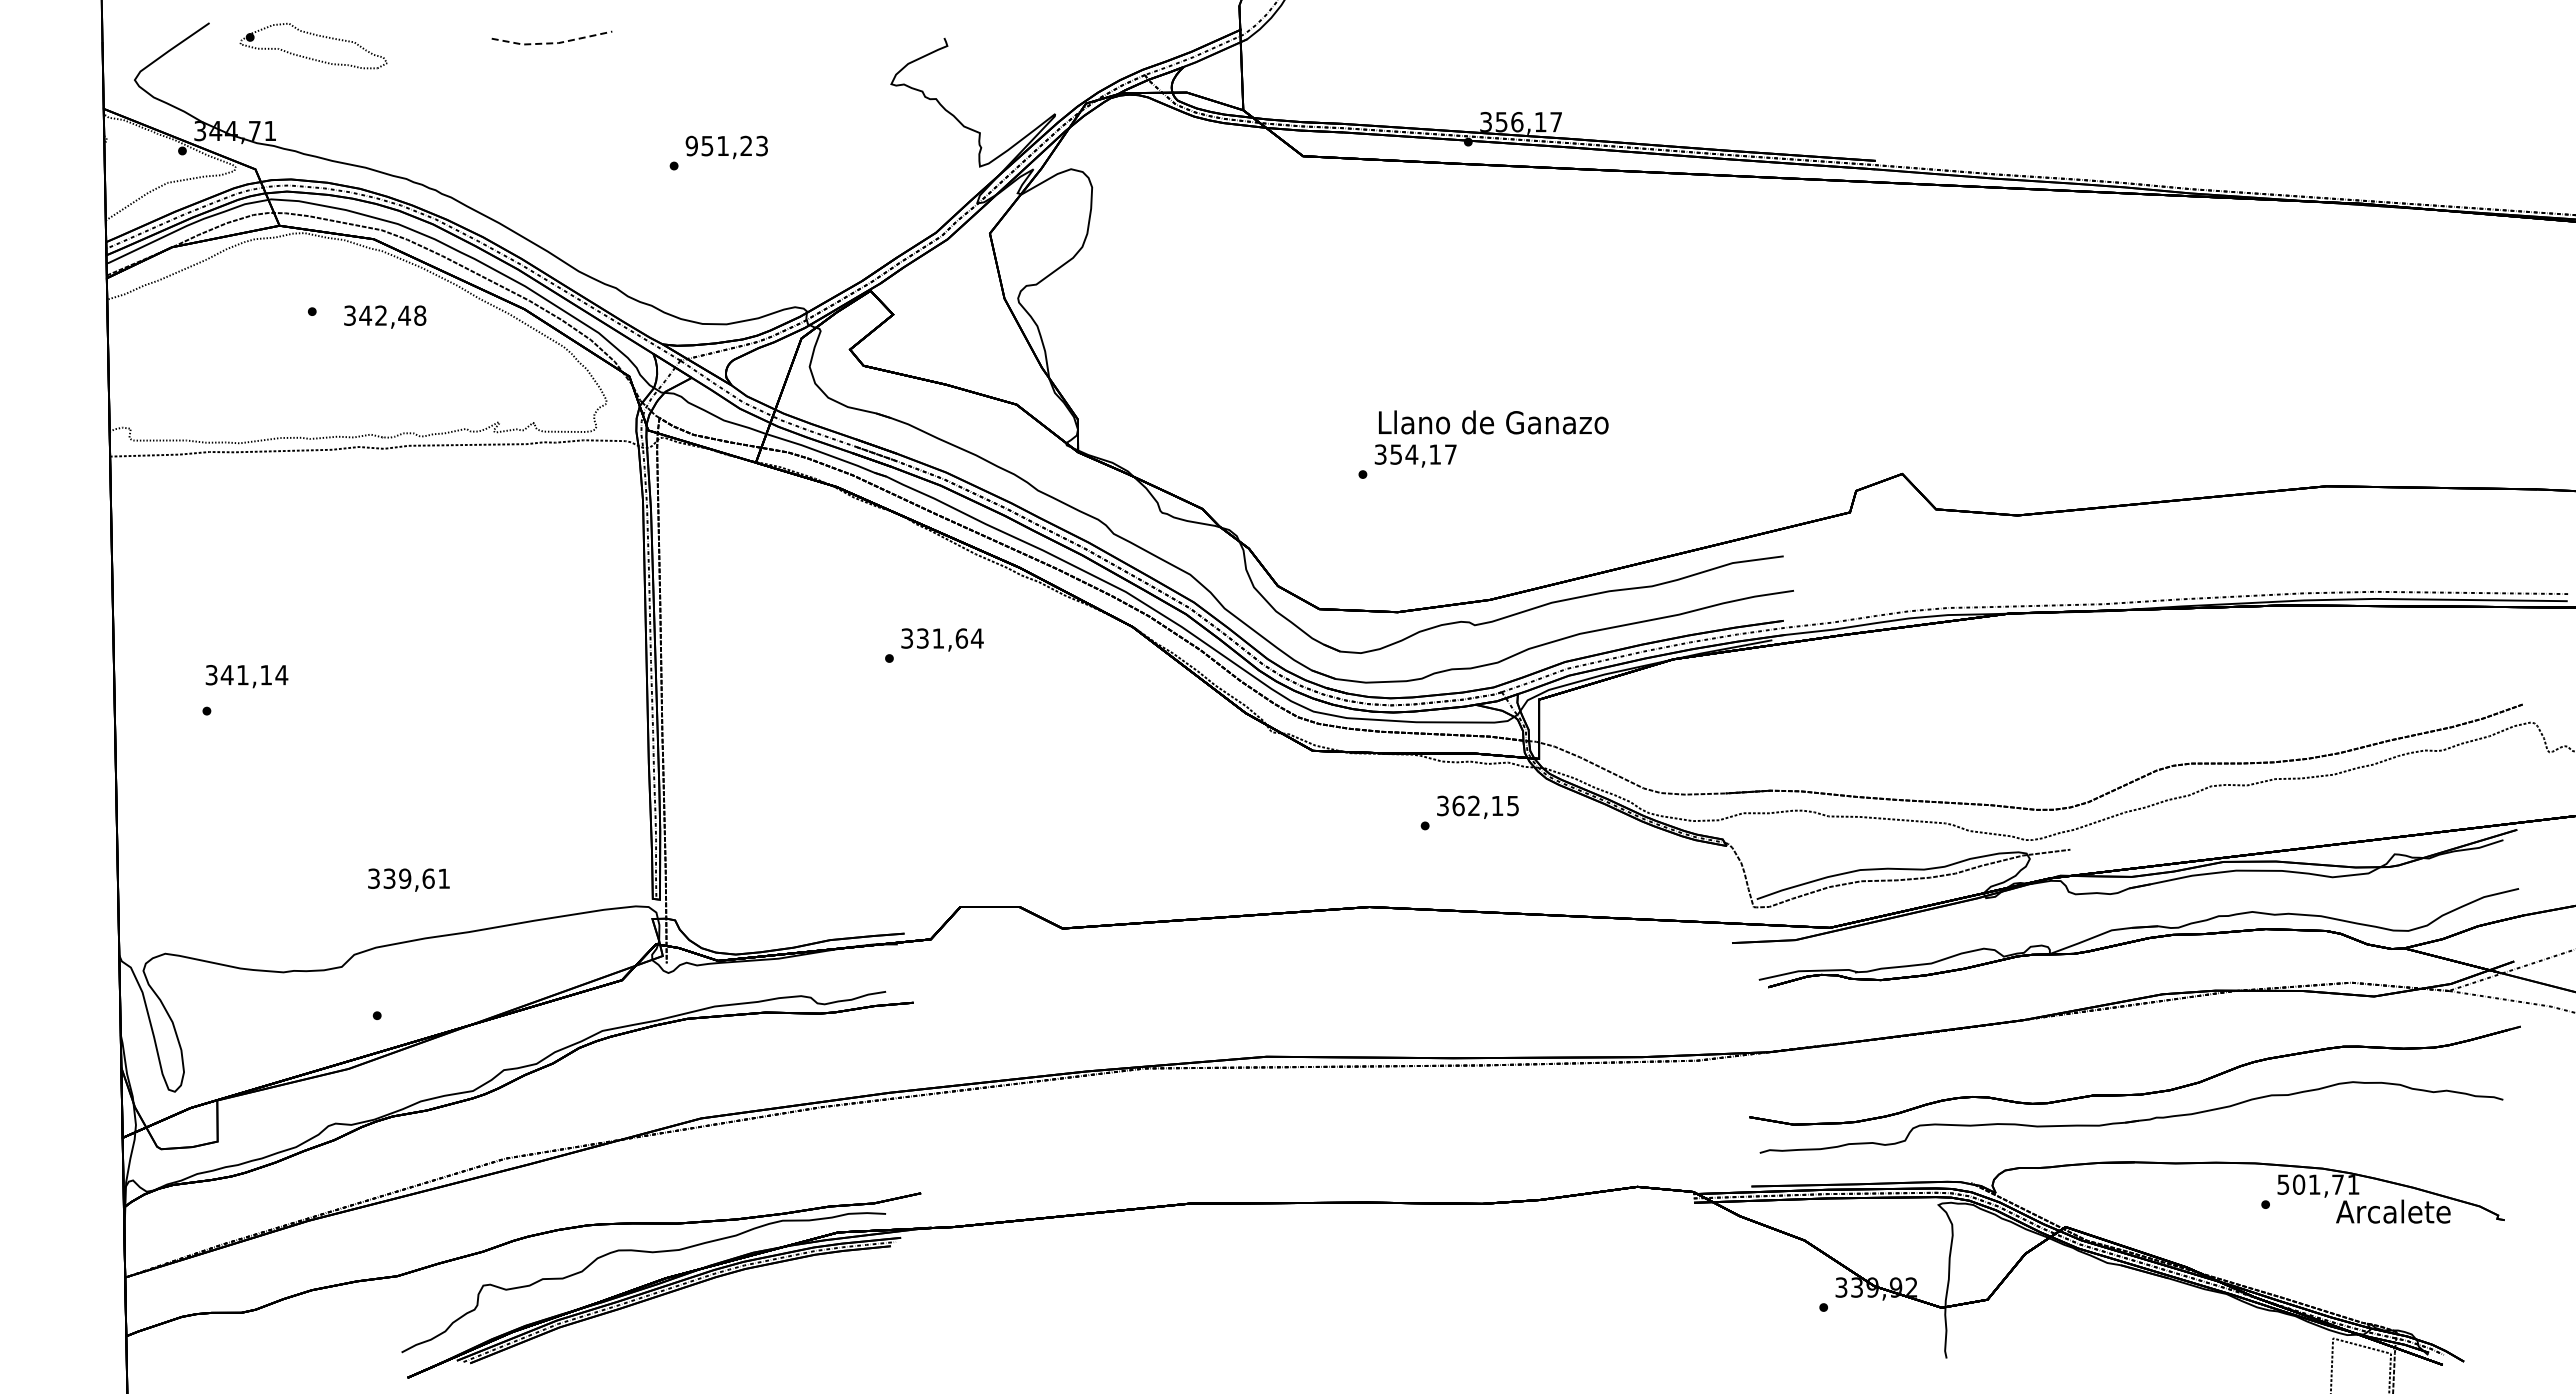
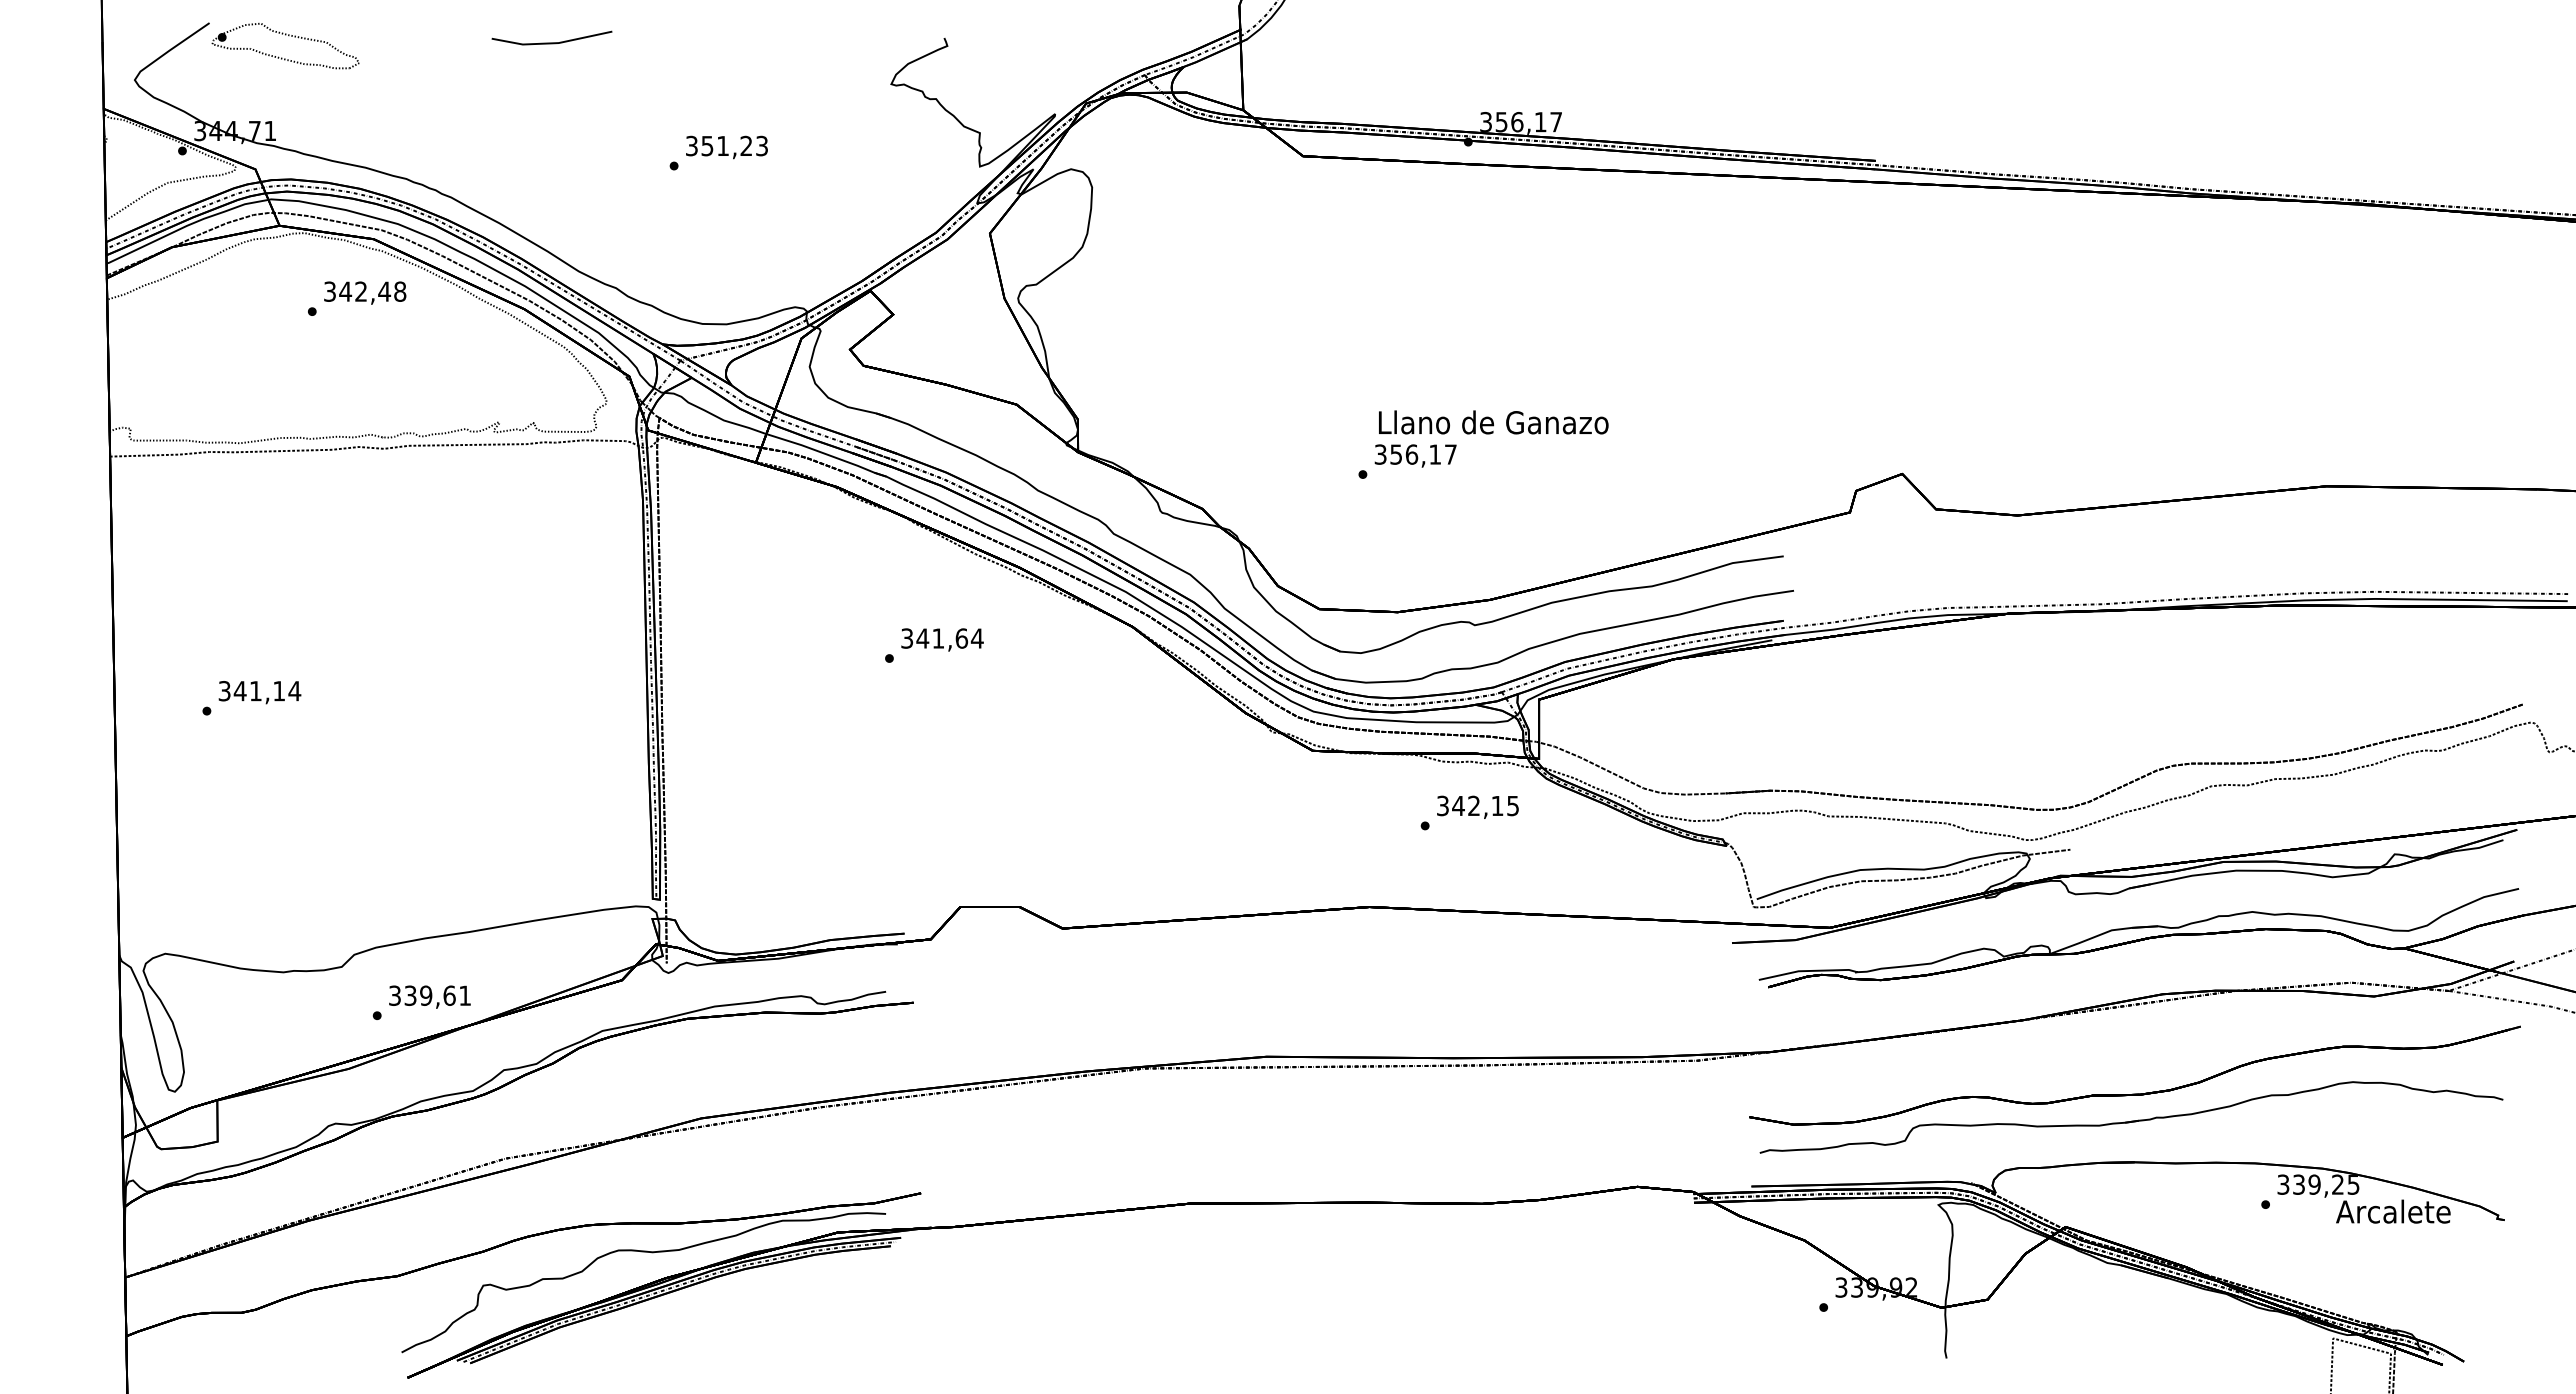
part at (316, 36) position: (316, 36) -> (288, 36)
line at (552, 43): dashed -> solid
text at (691, 146): 951,23 -> 351,23
text at (385, 316) position: (385, 316) -> (365, 292)
text at (1411, 454): 354,17 -> 356,17
text at (922, 638): 331,64 -> 341,64
text at (246, 676) position: (246, 676) -> (259, 692)
text at (1458, 805): 362,15 -> 342,15
text at (408, 879) position: (408, 879) -> (429, 996)
text at (2318, 1184): 501,71 -> 339,25
